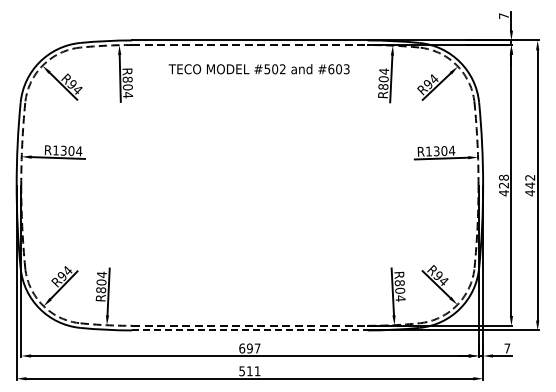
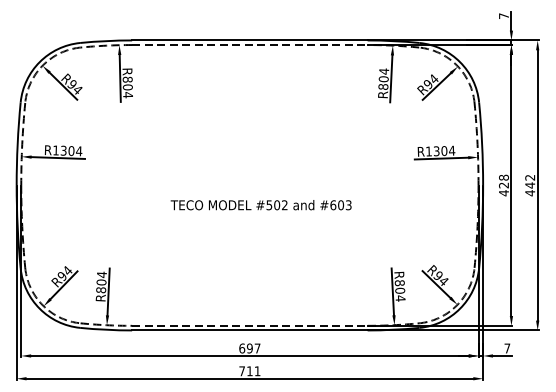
text at (258, 69) position: (258, 69) -> (260, 205)
line at (249, 330): dashed -> solid
text at (241, 371): 511 -> 711
